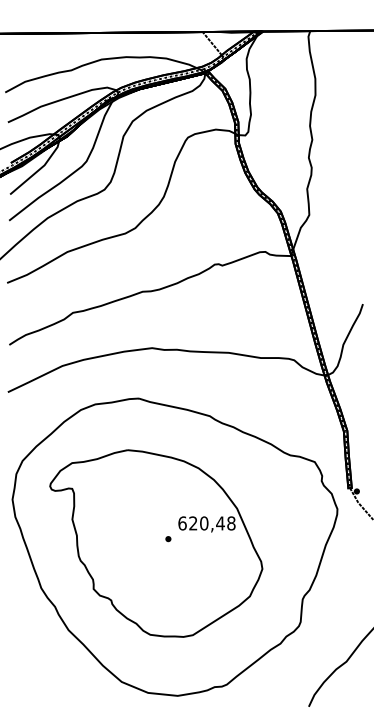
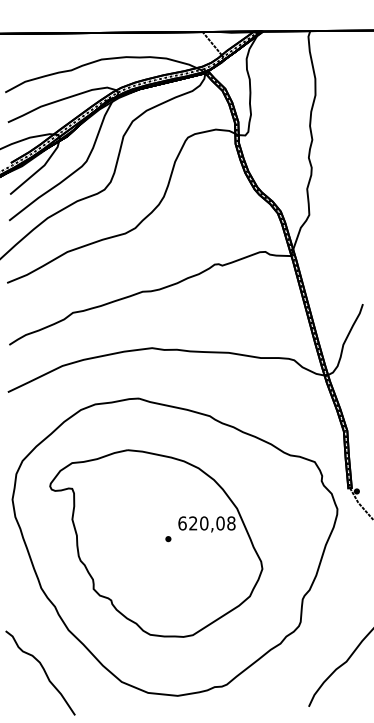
text at (220, 523): 620,48 -> 620,08
curve at (43, 671): none -> present
